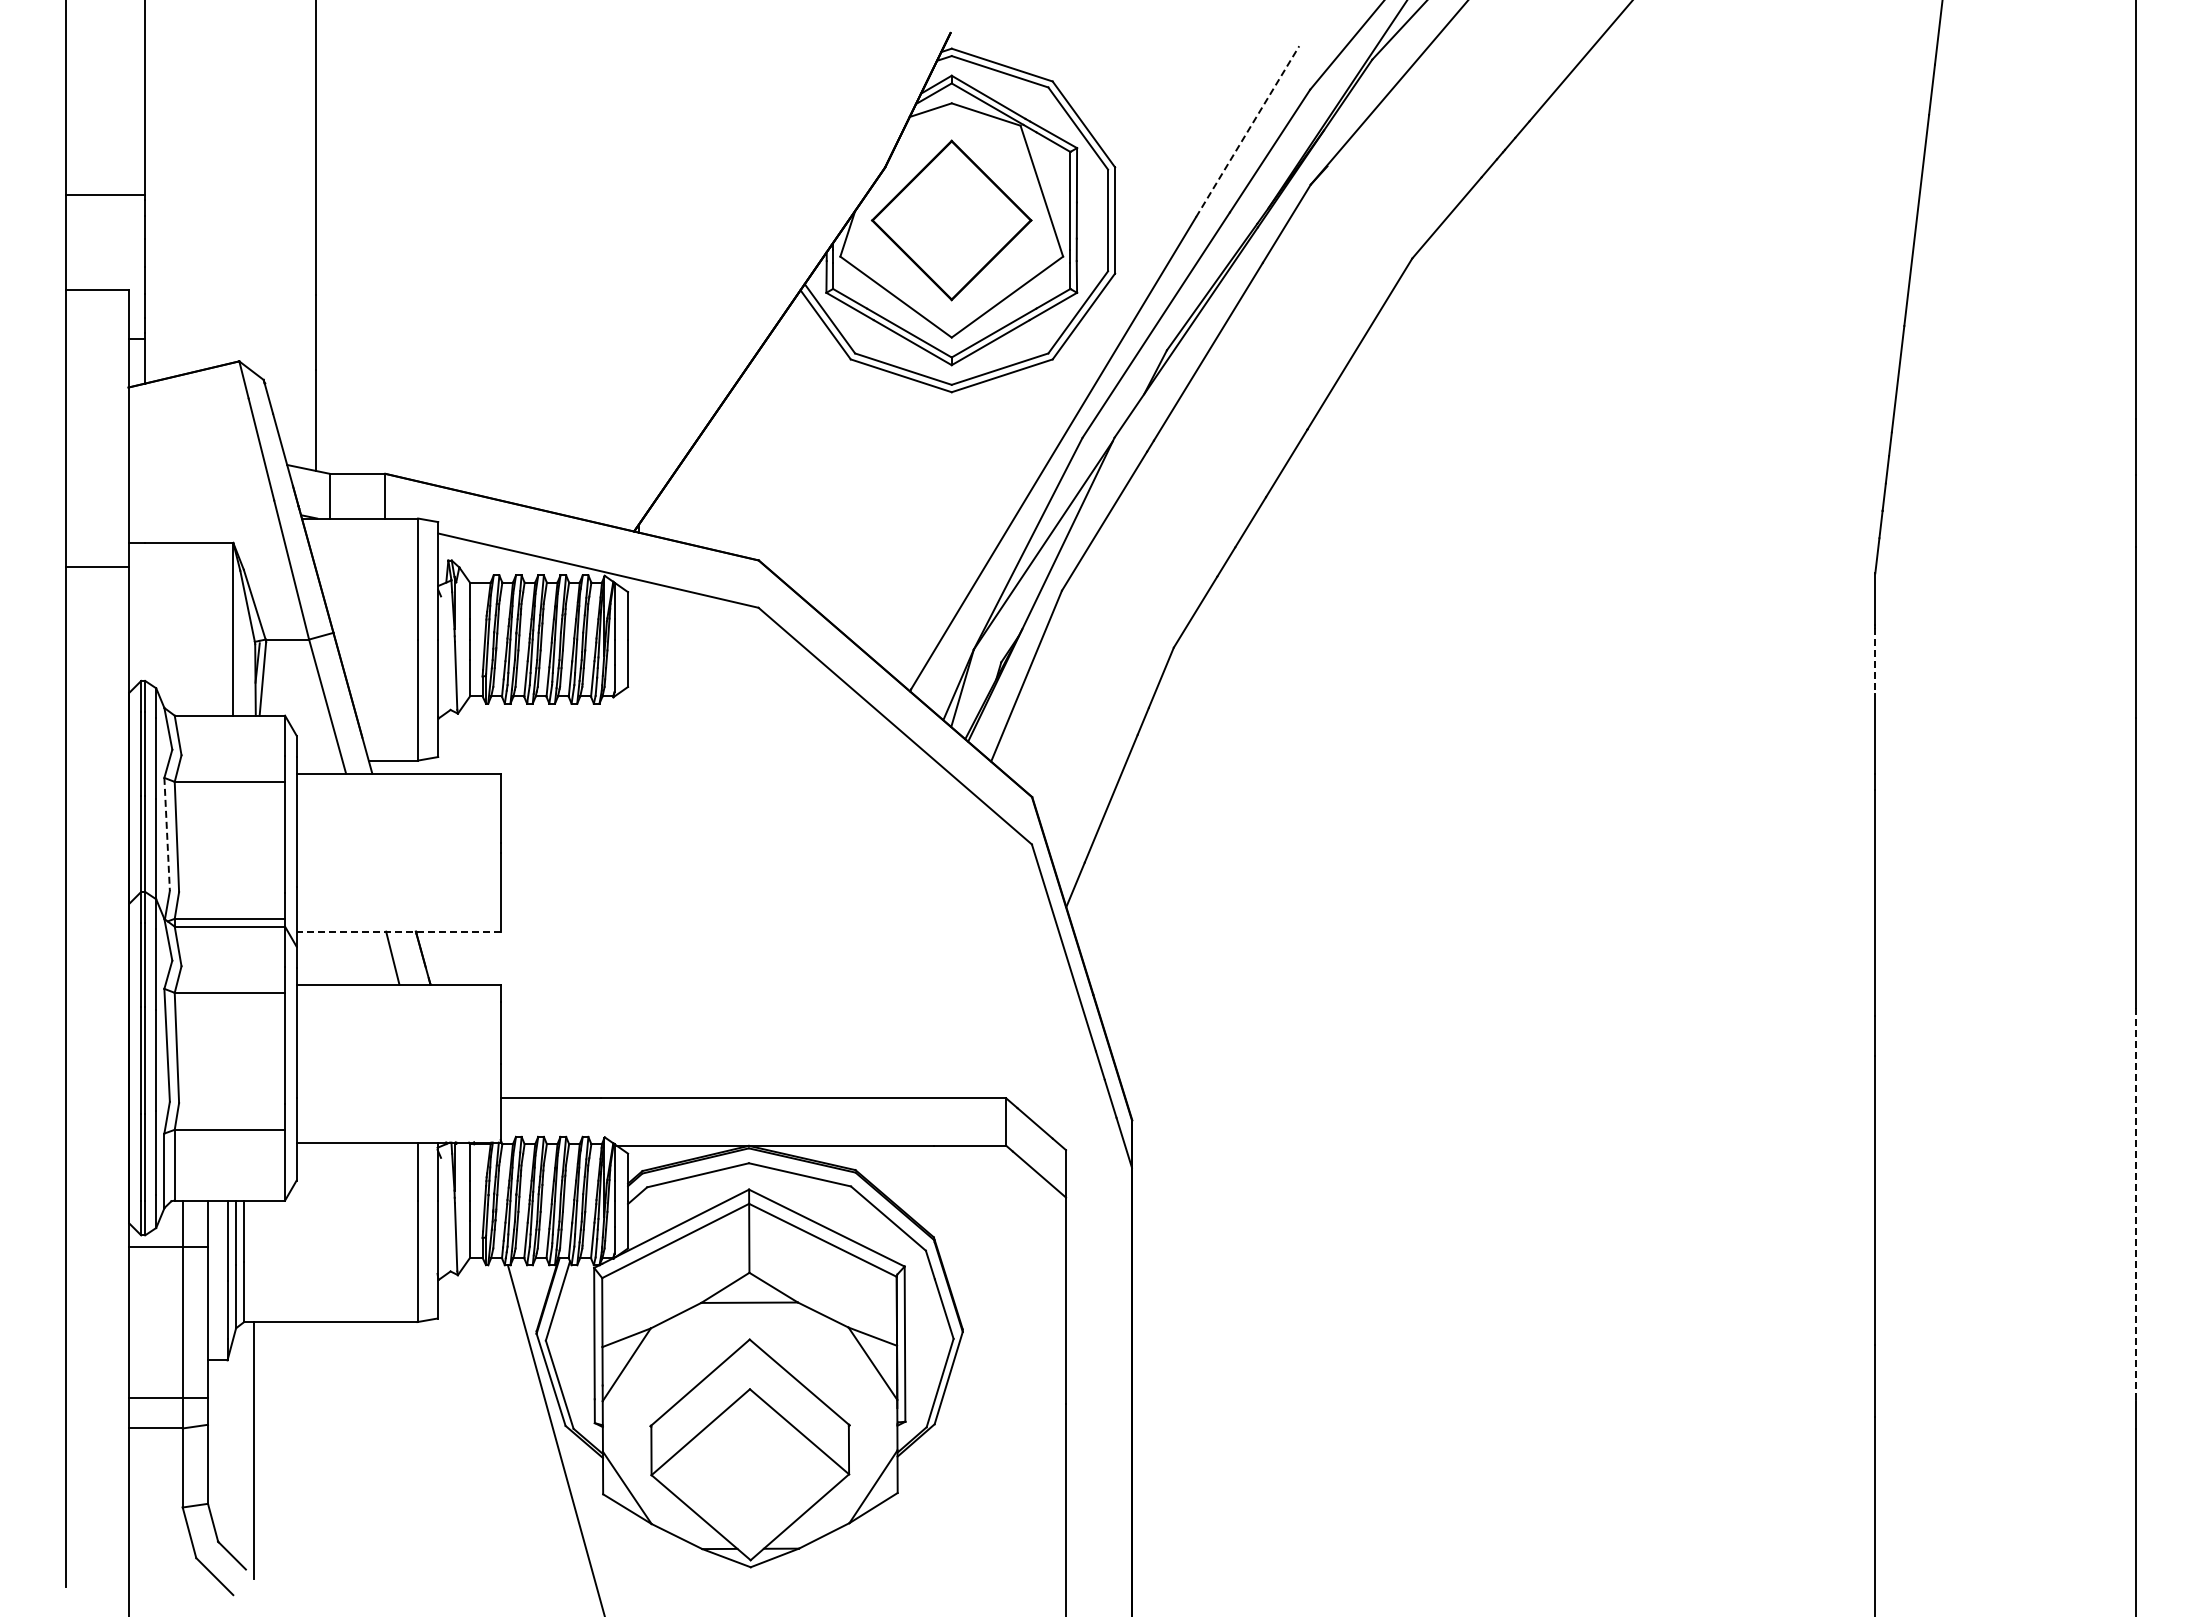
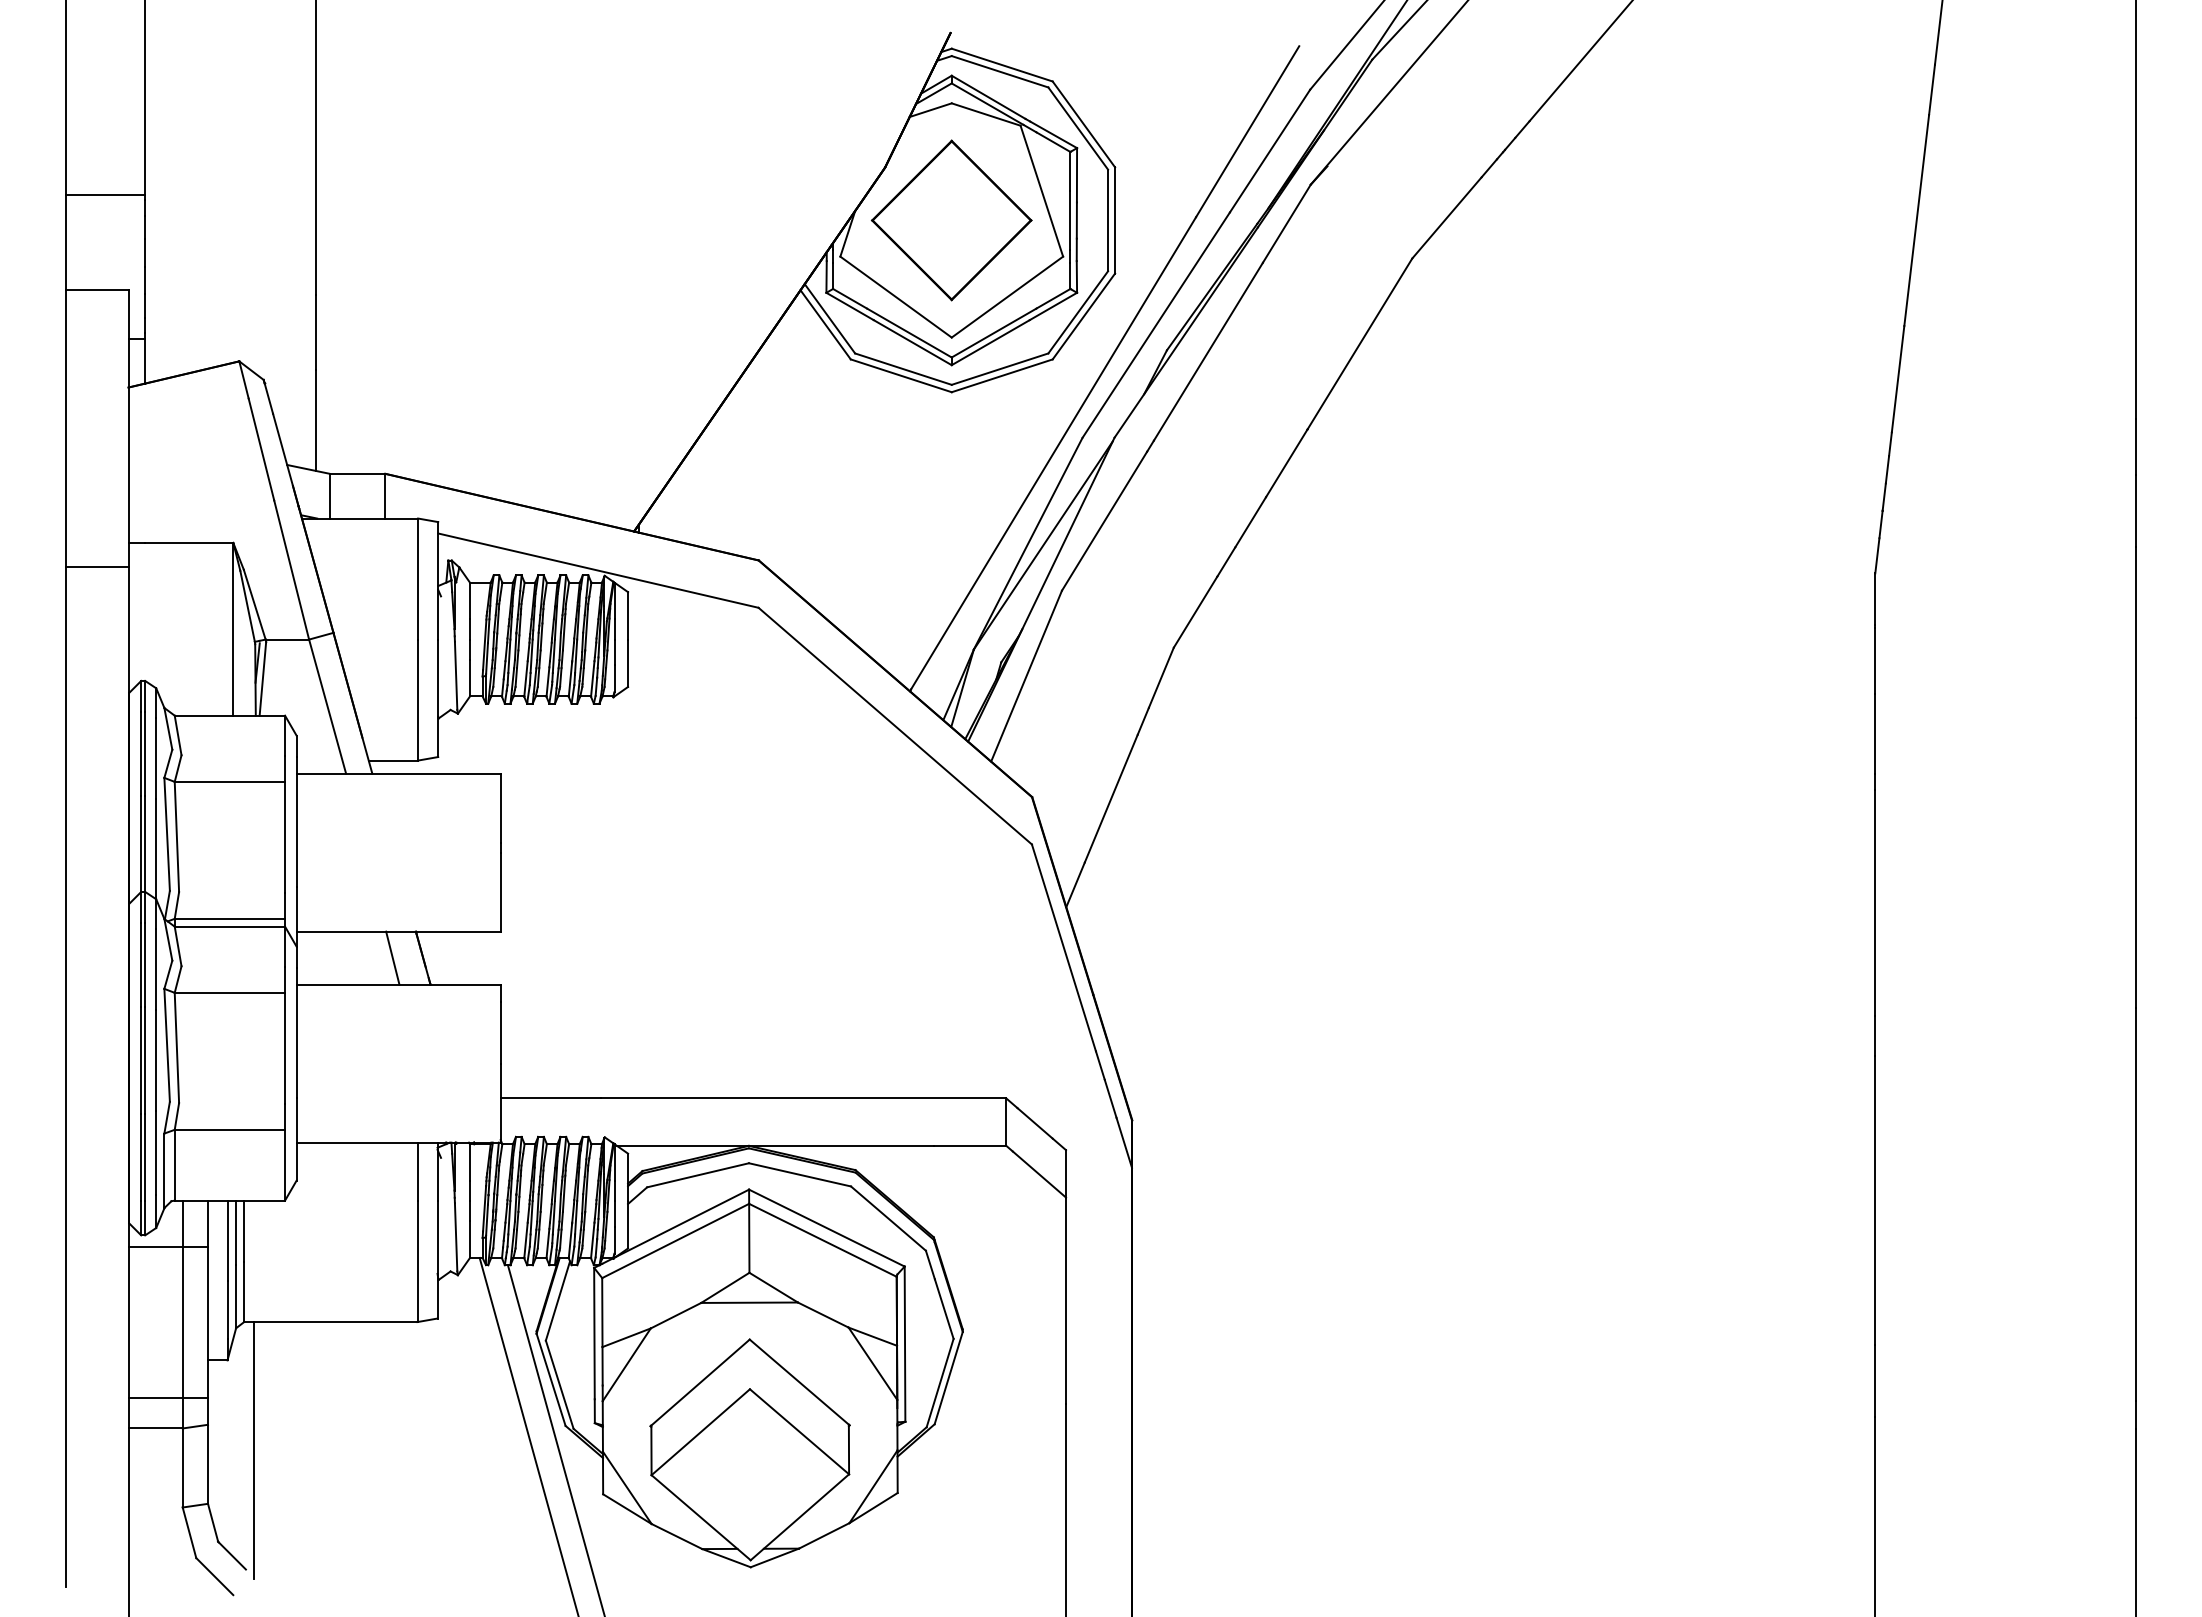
line at (1247, 131): dashed -> solid
line at (1875, 661): dashed -> solid
line at (167, 834): dashed -> solid
line at (398, 931): dashed -> solid
line at (2135, 1205): dashed -> solid
line at (528, 1435): none -> present
